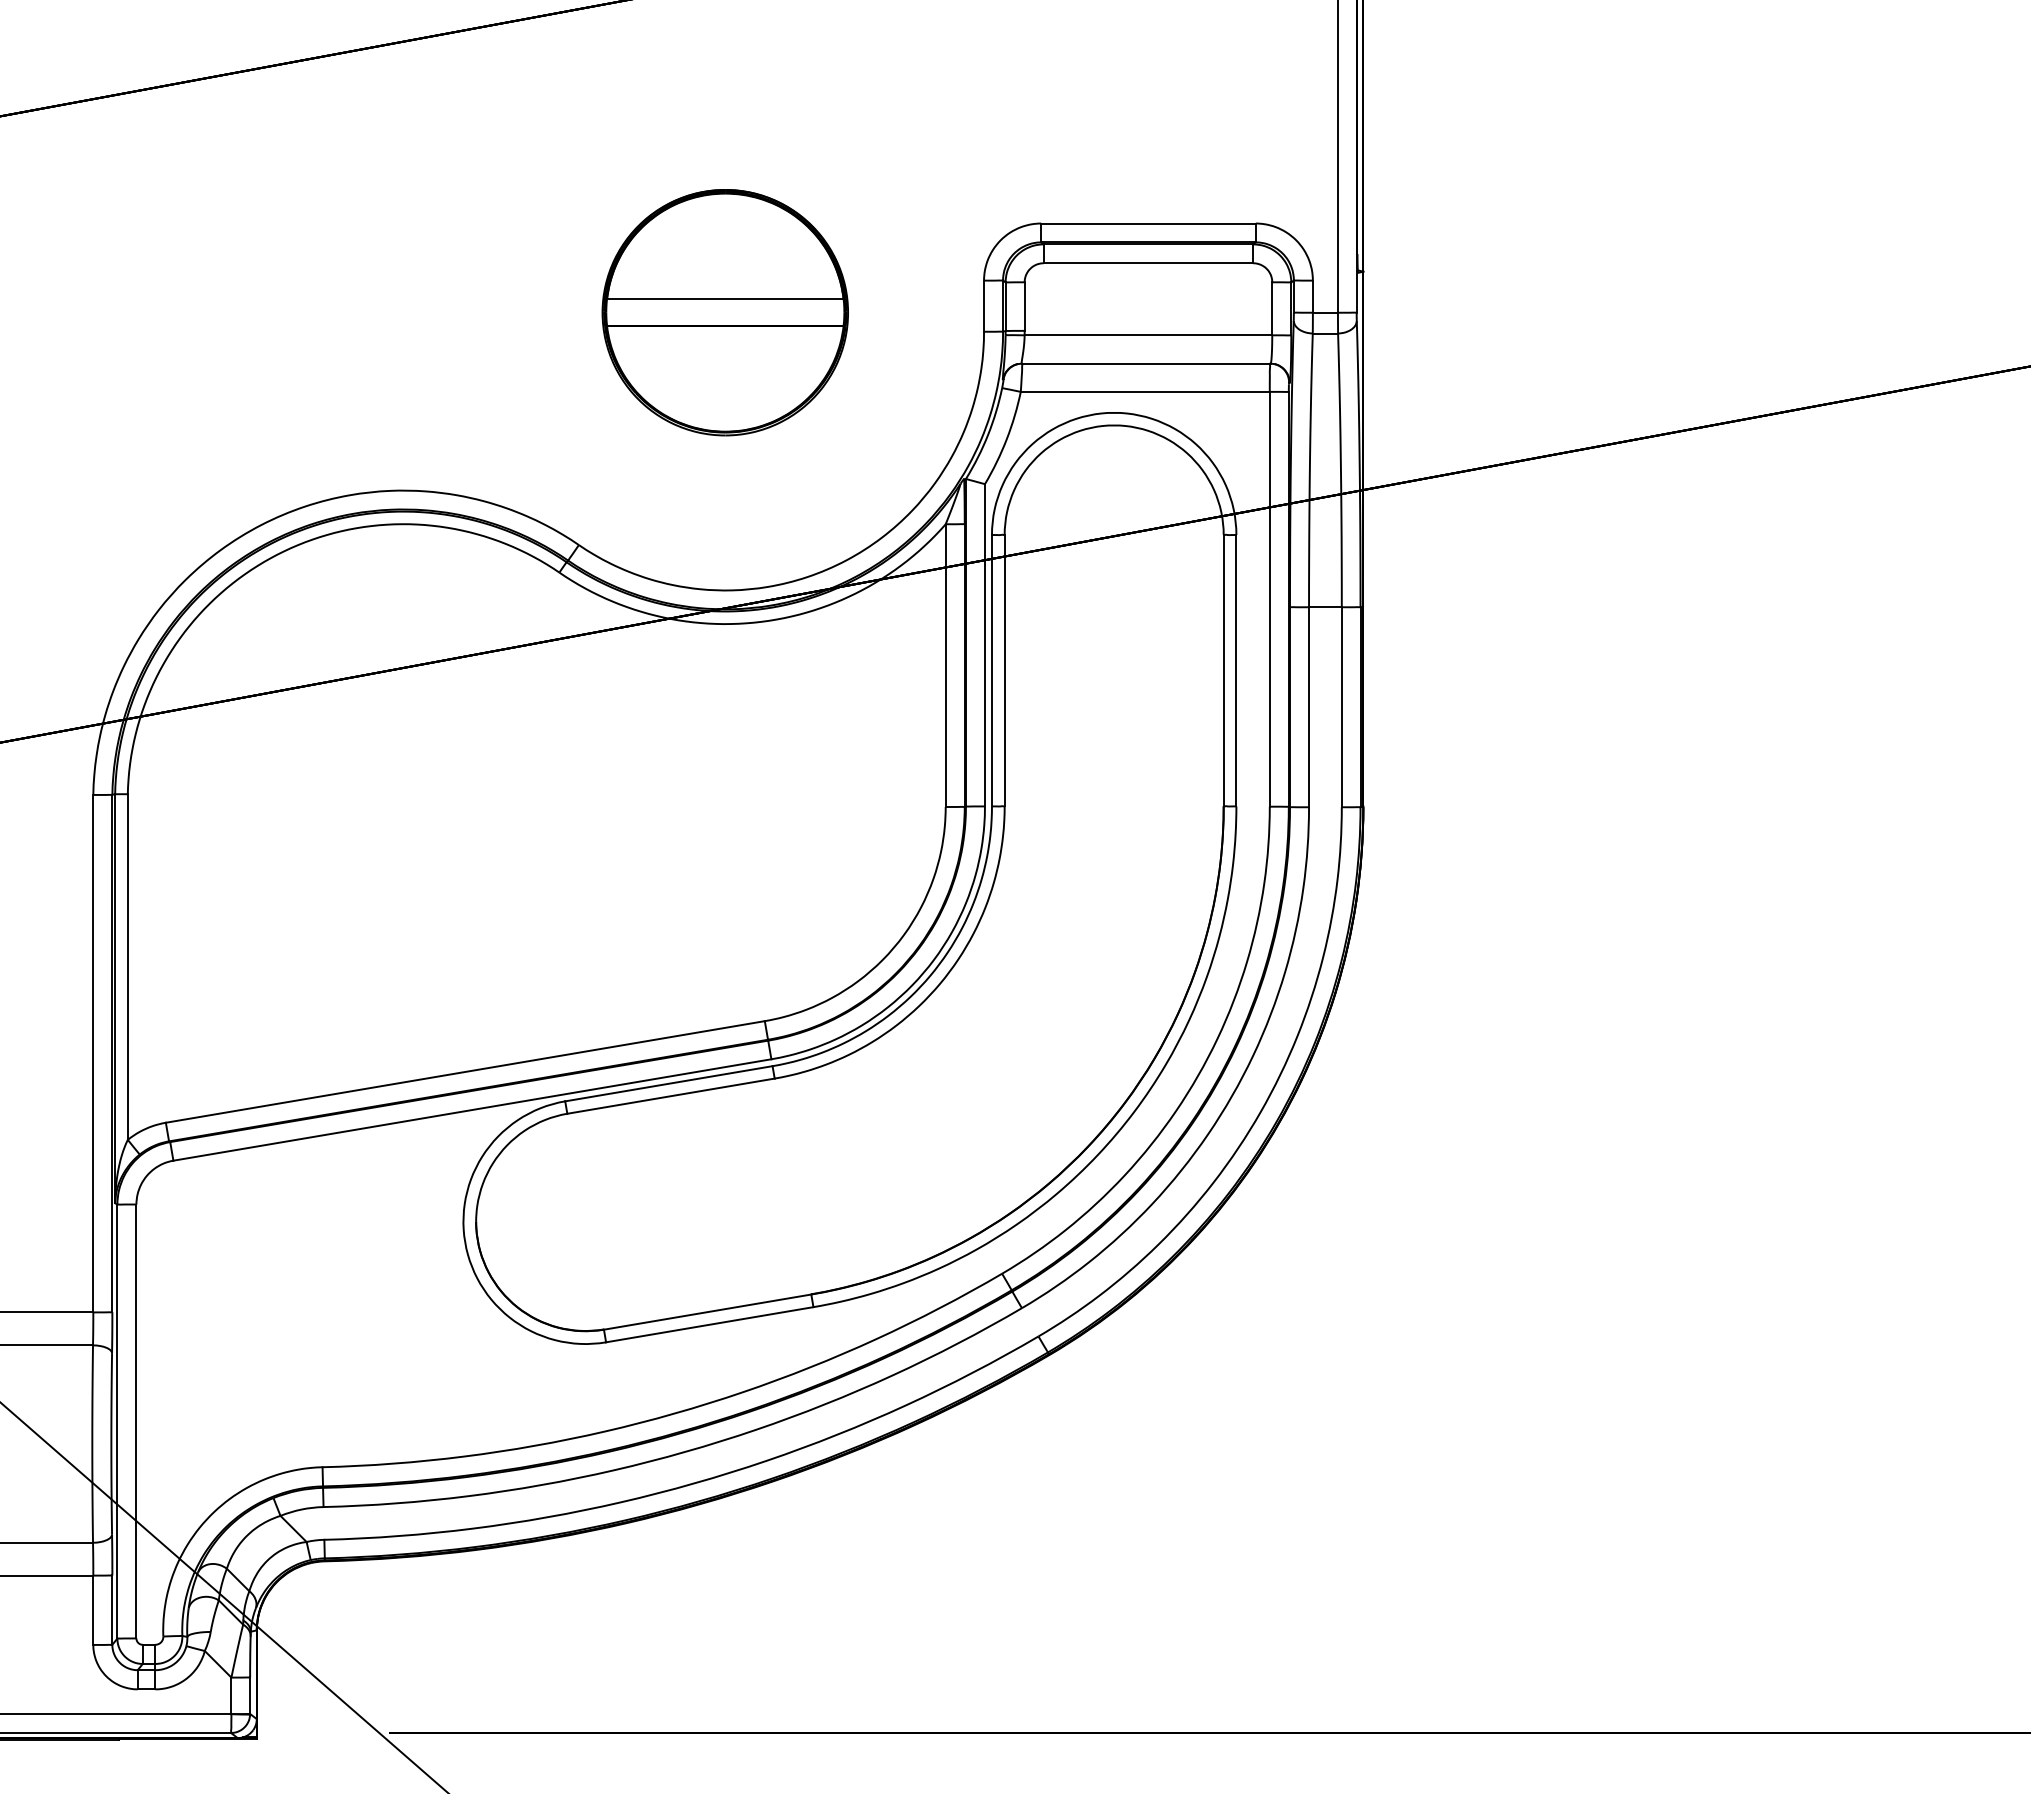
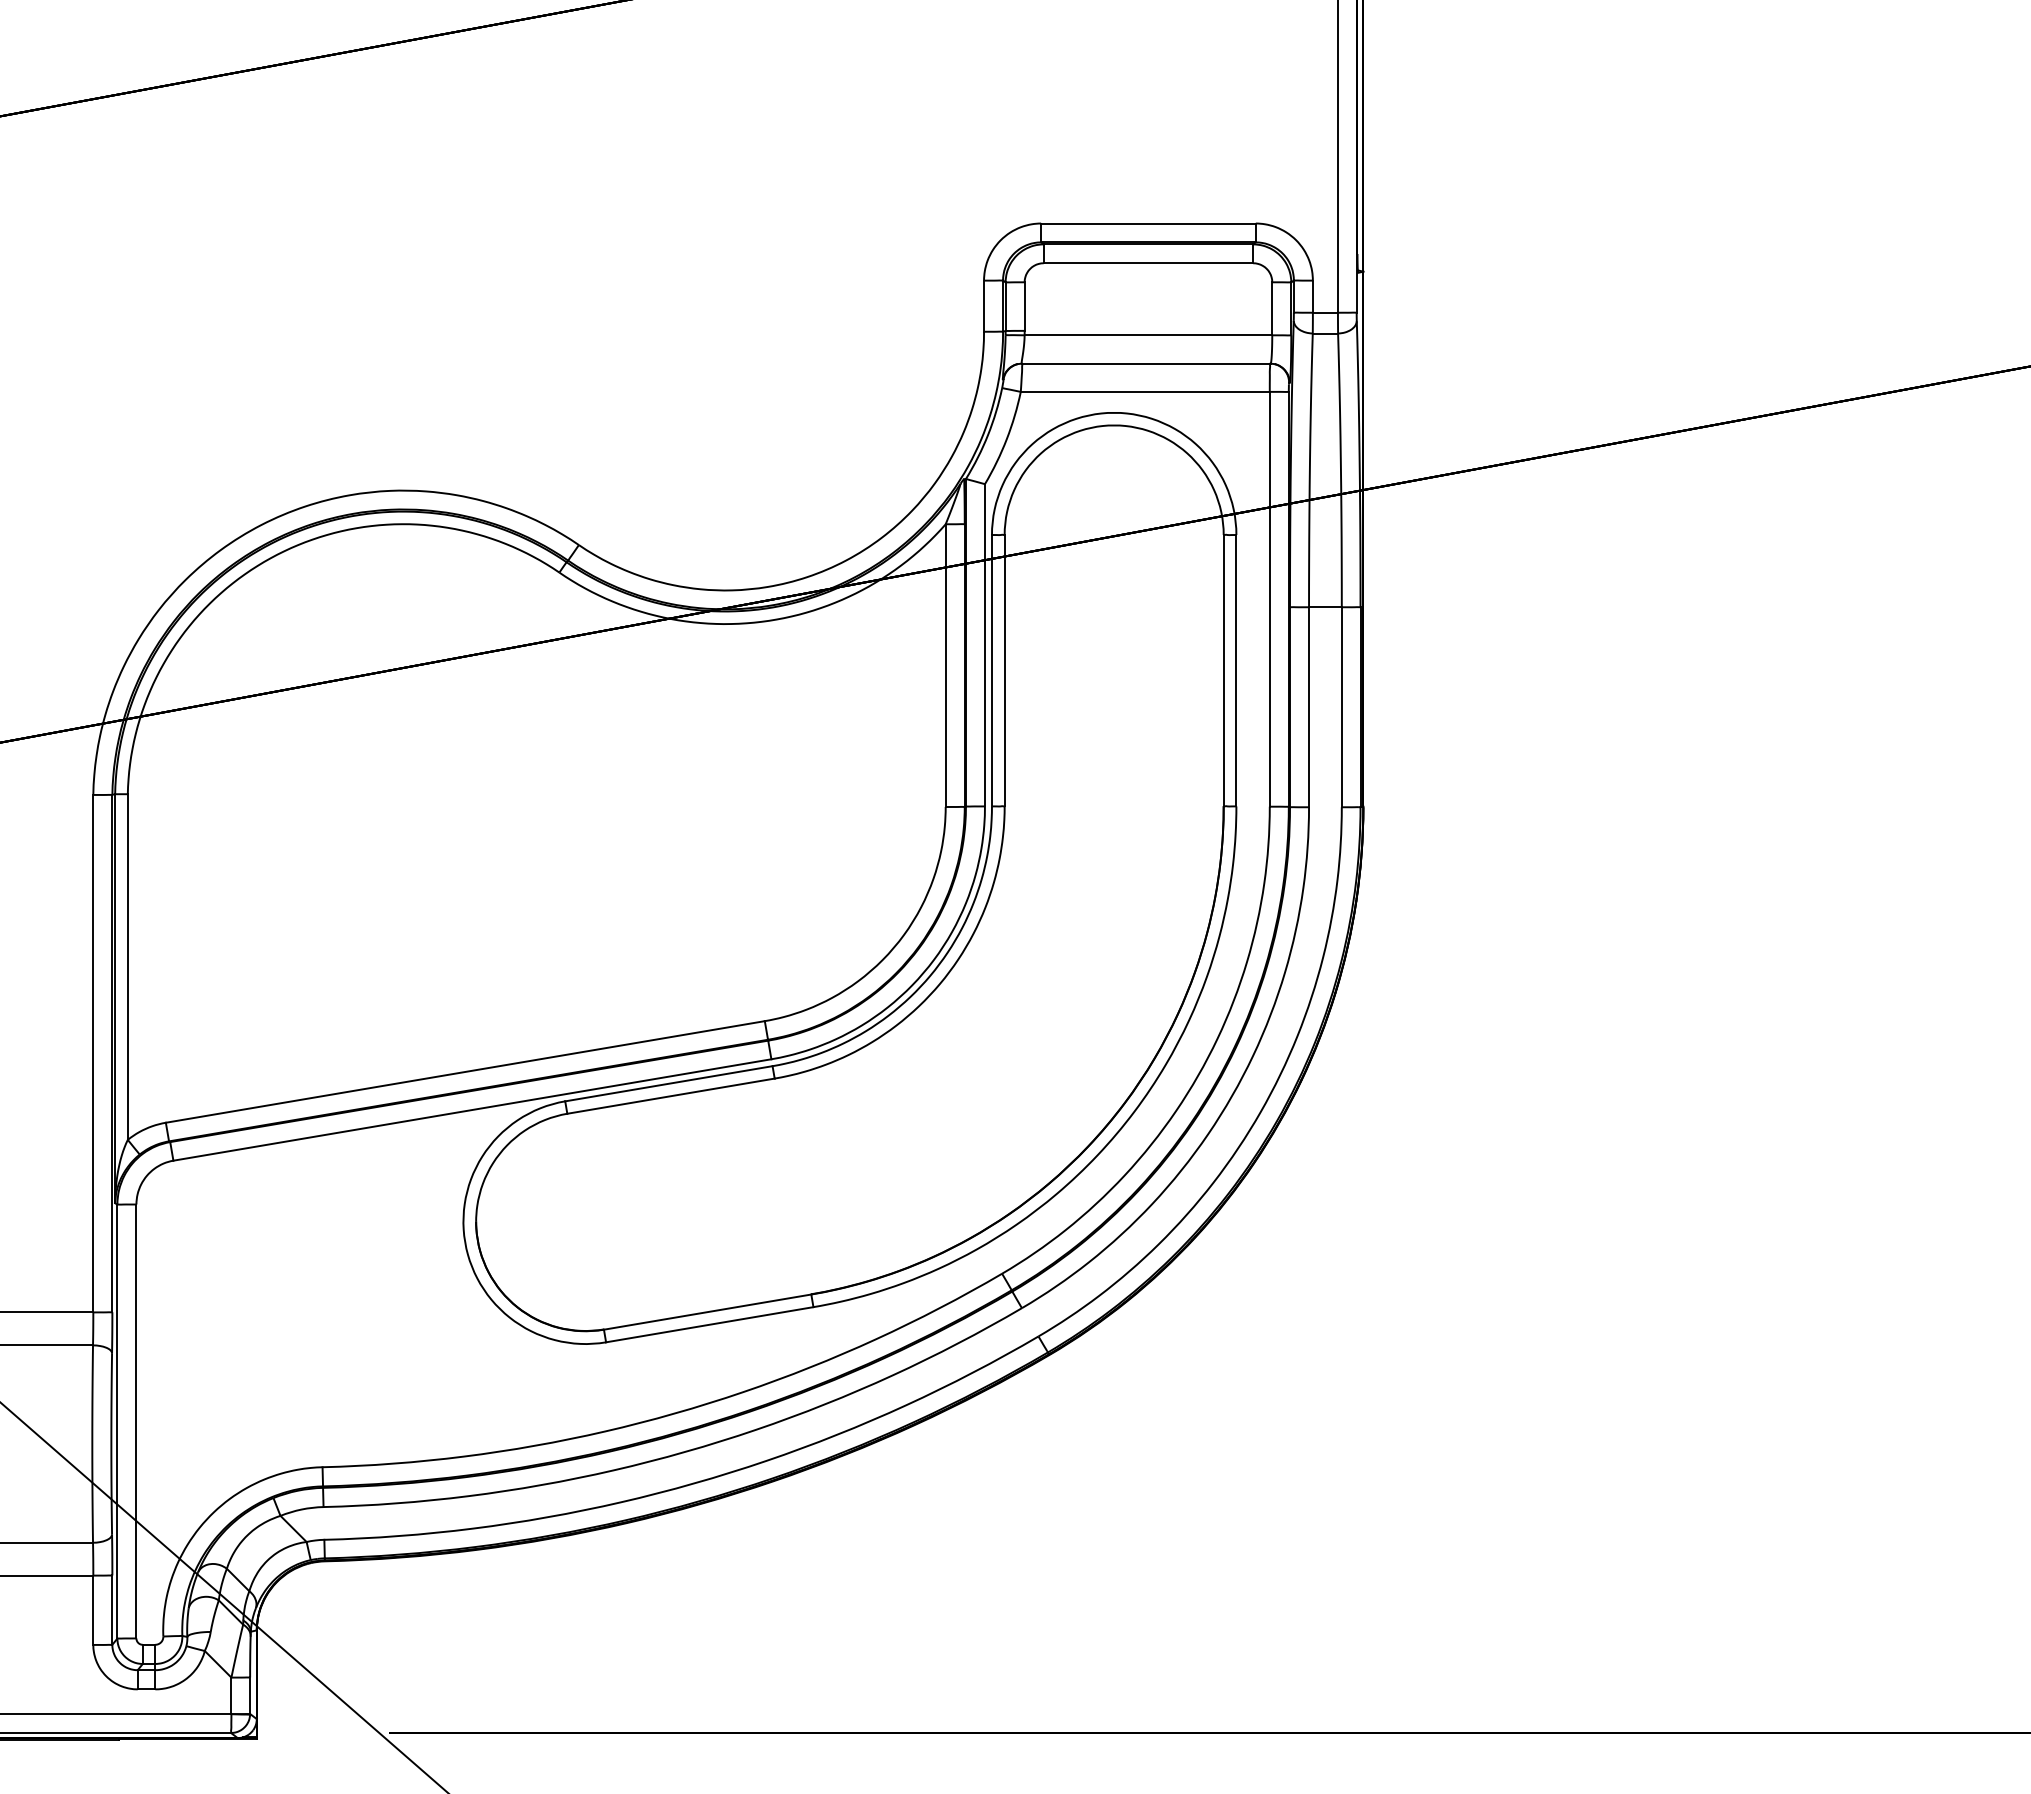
part at (724, 312): present -> none
